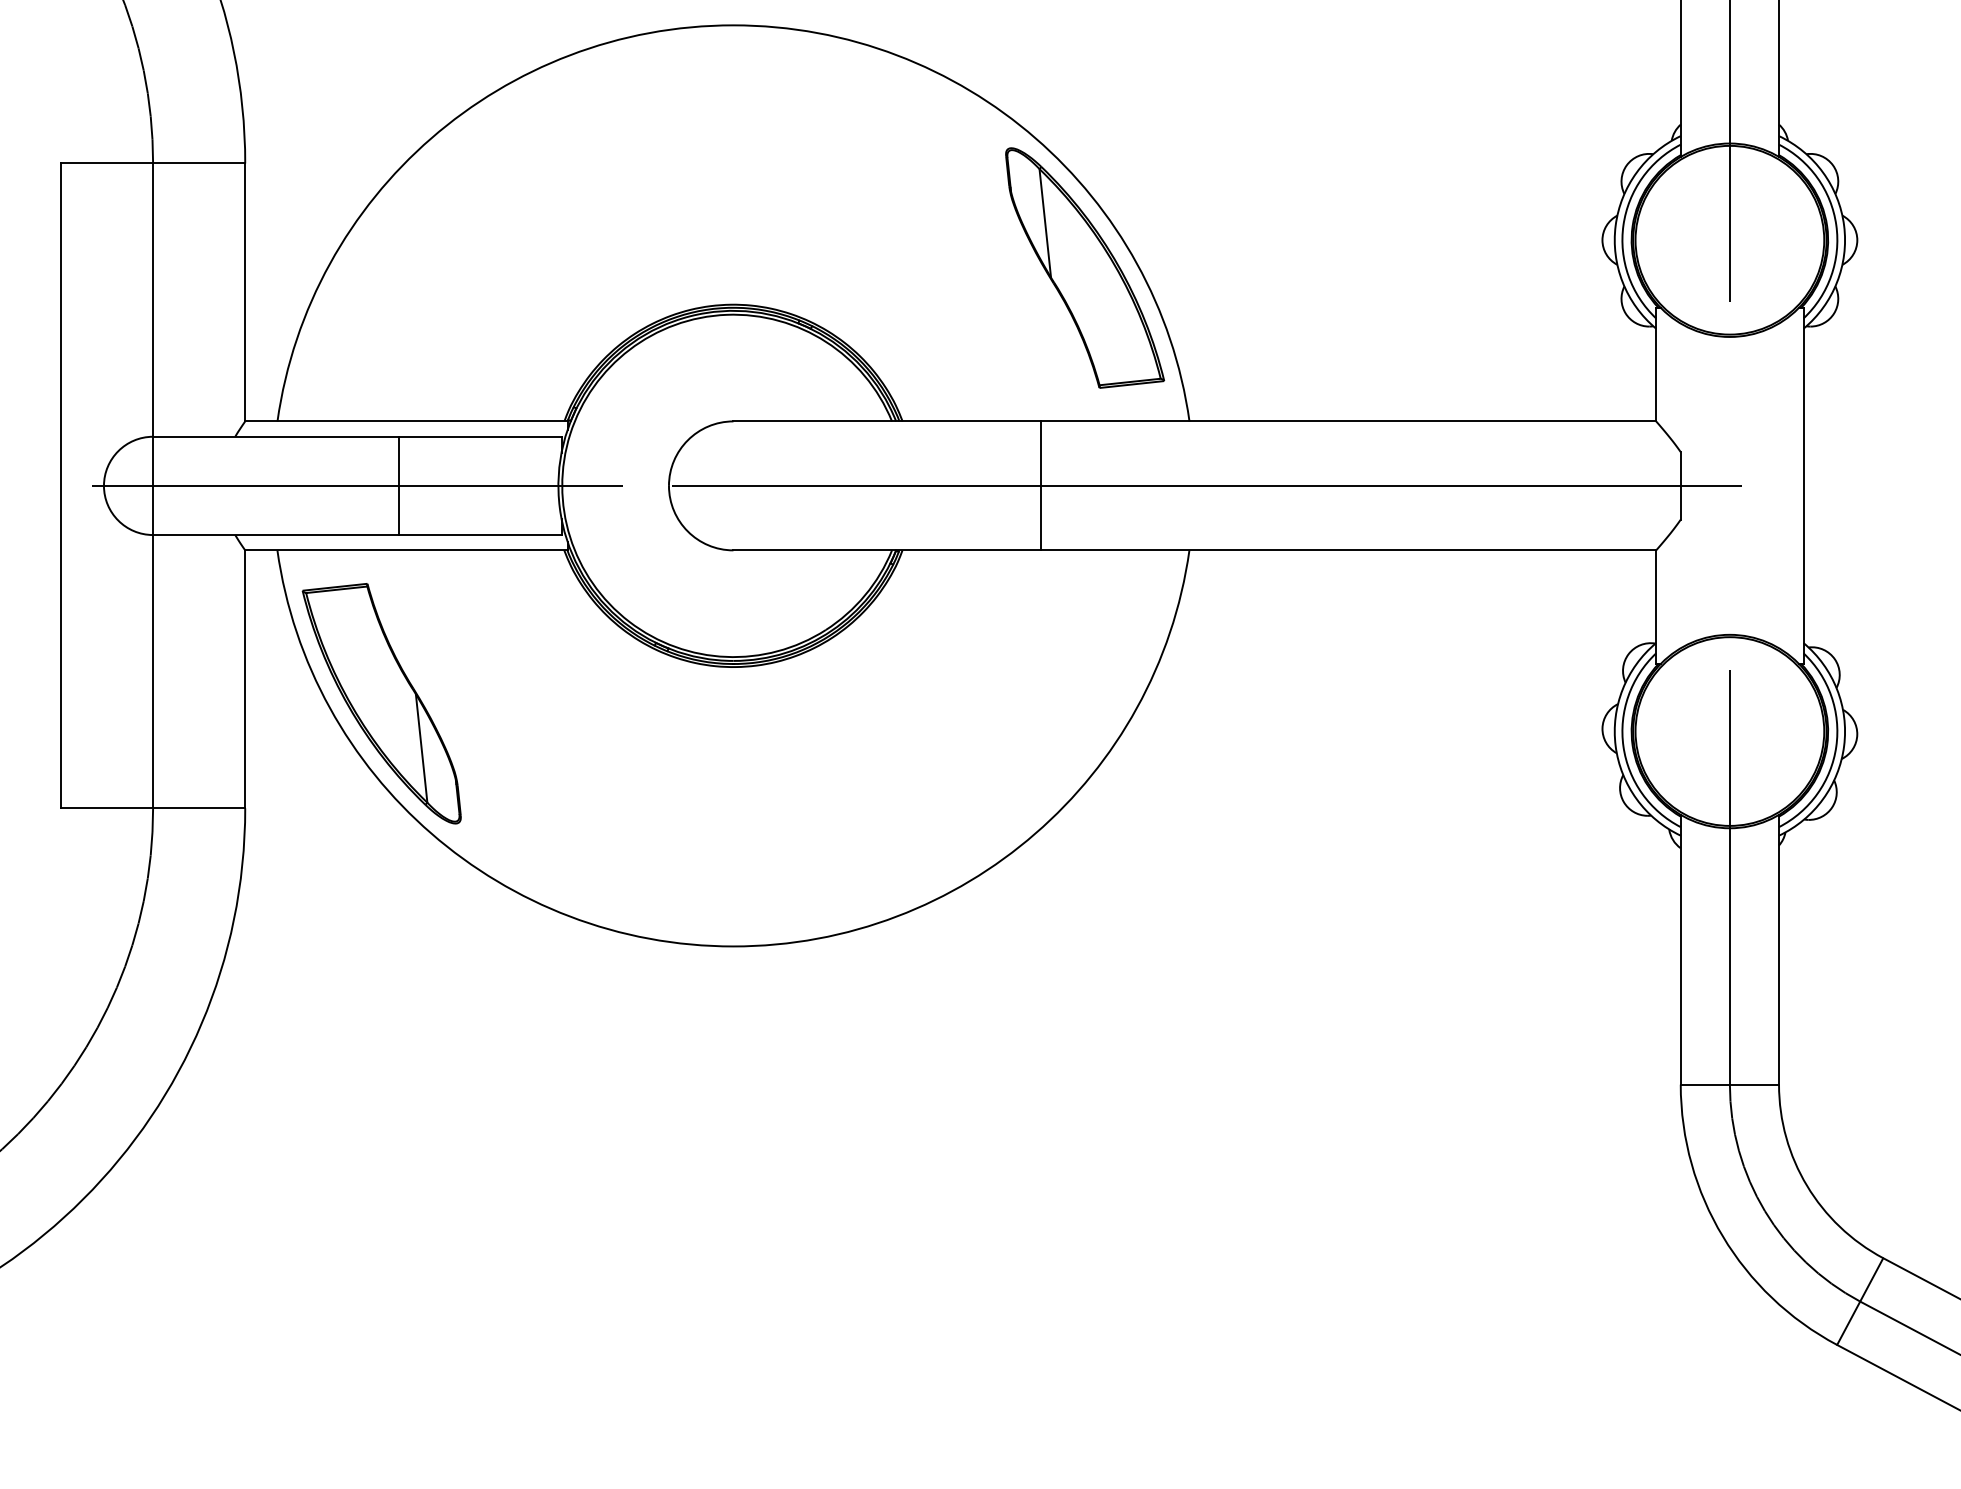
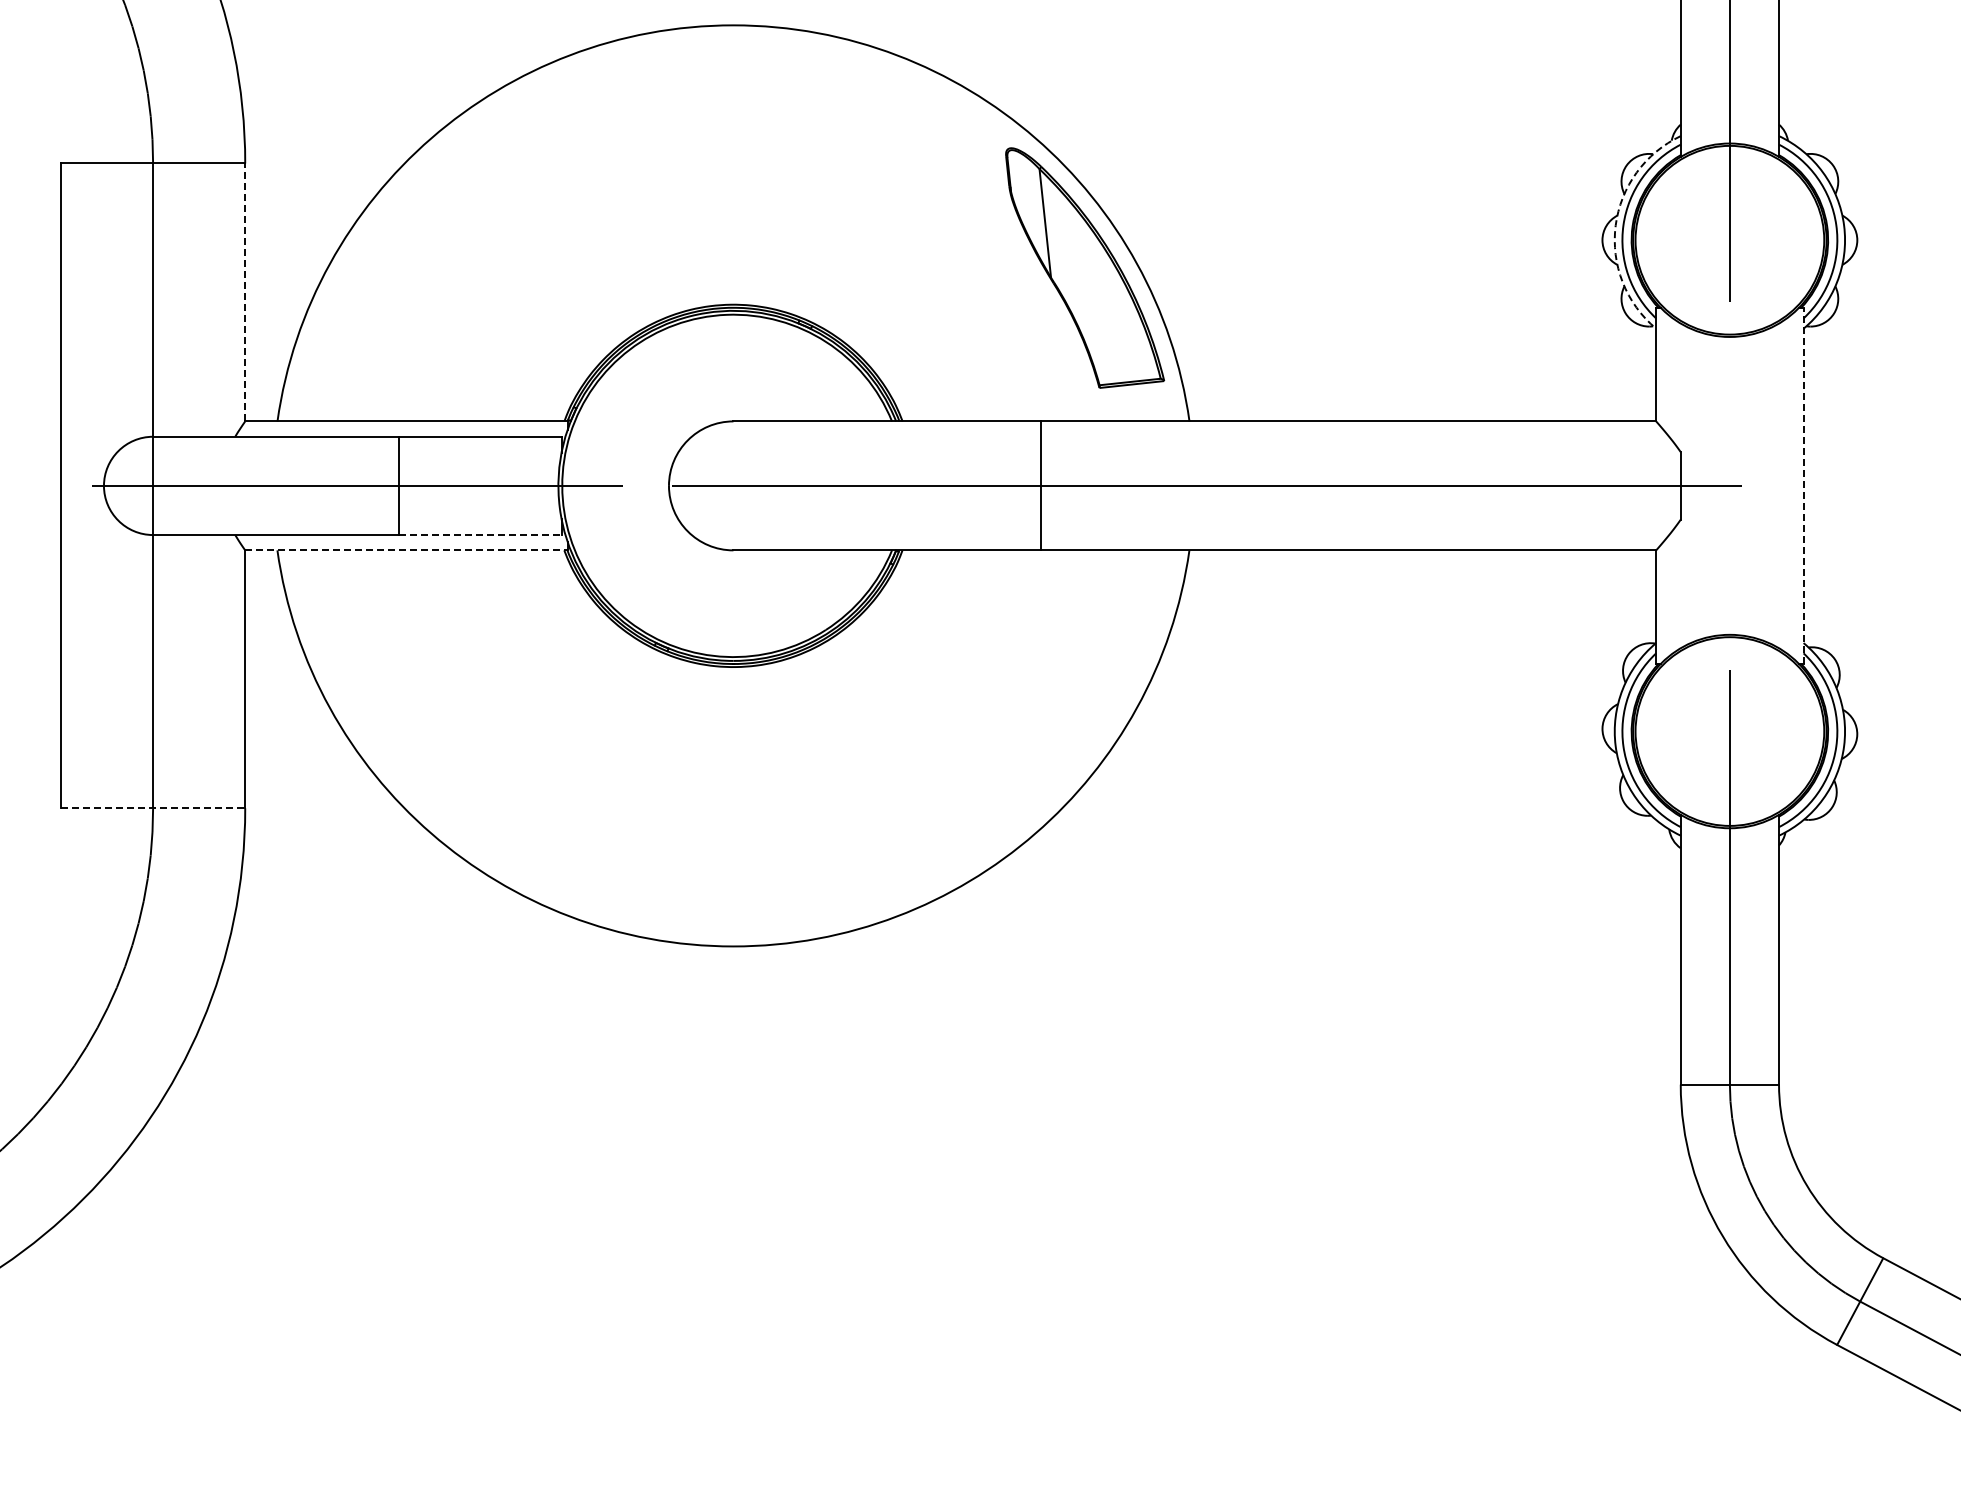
arc at (1615, 225): solid -> dashed
line at (245, 292): solid -> dashed
line at (1803, 485): solid -> dashed
line at (480, 535): solid -> dashed
line at (406, 550): solid -> dashed
part at (381, 703): present -> none
line at (153, 808): solid -> dashed
